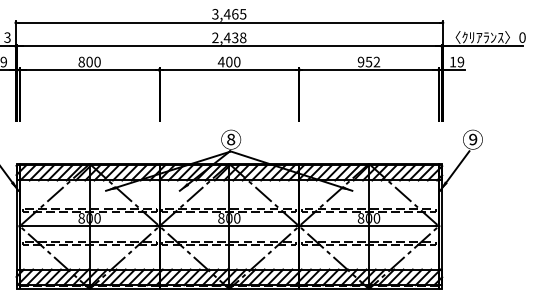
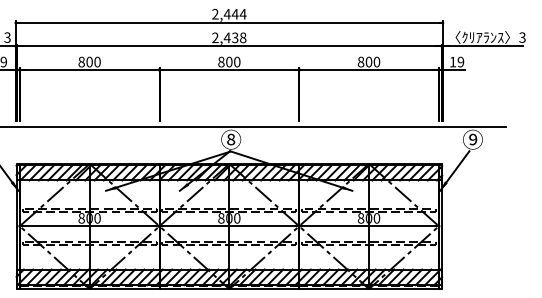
text at (229, 14): 3,465 -> 2,444
text at (522, 37): 0 -> 3
text at (220, 61): 400 -> 800
text at (368, 61): 952 -> 800
line at (253, 127): none -> present
